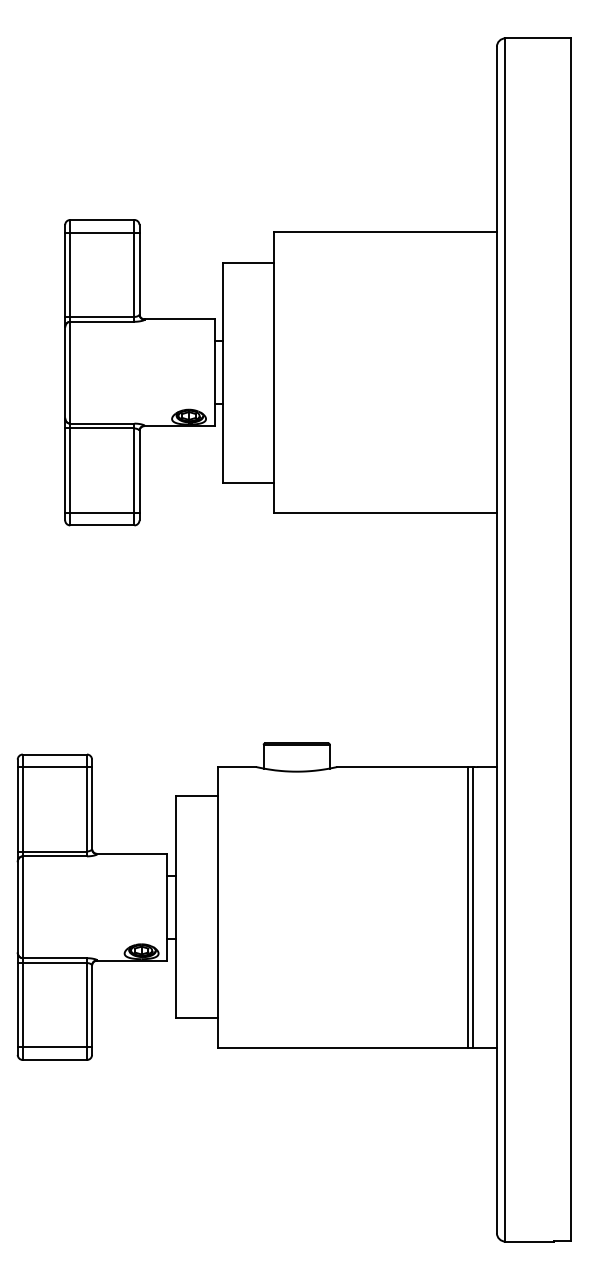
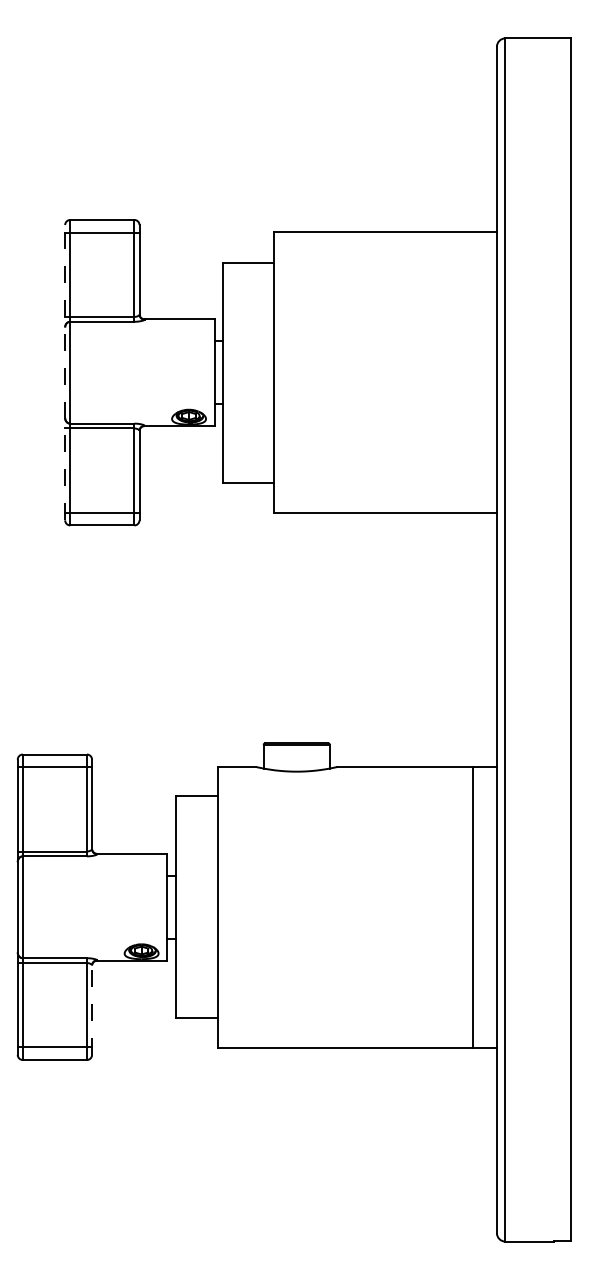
line at (65, 372): solid -> dashed
line at (467, 906): present -> none
line at (92, 1010): solid -> dashed
